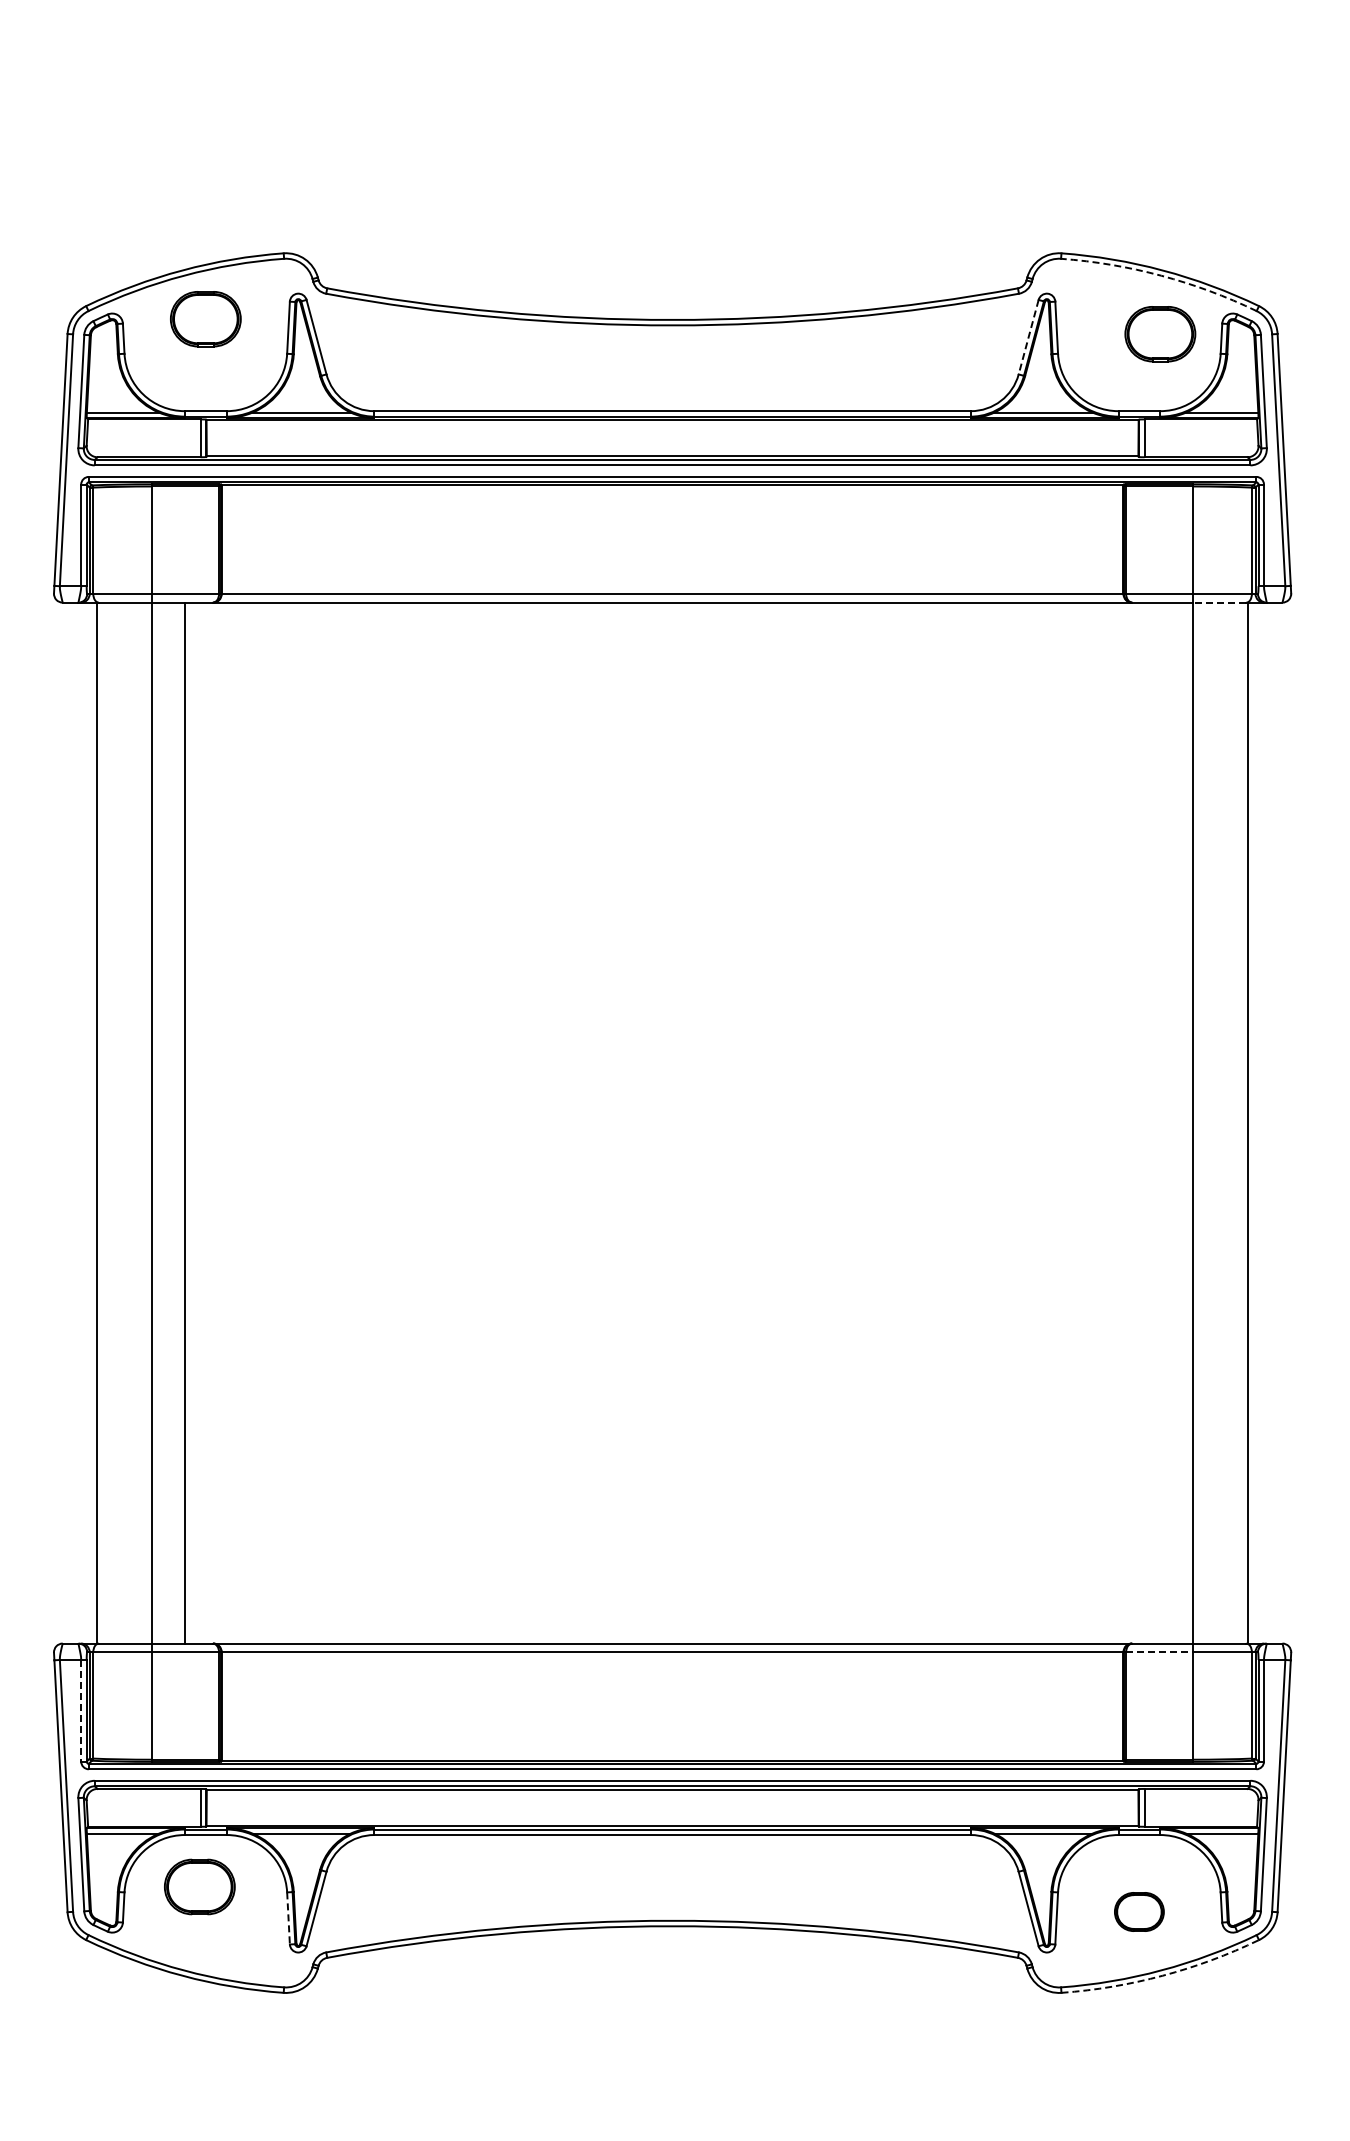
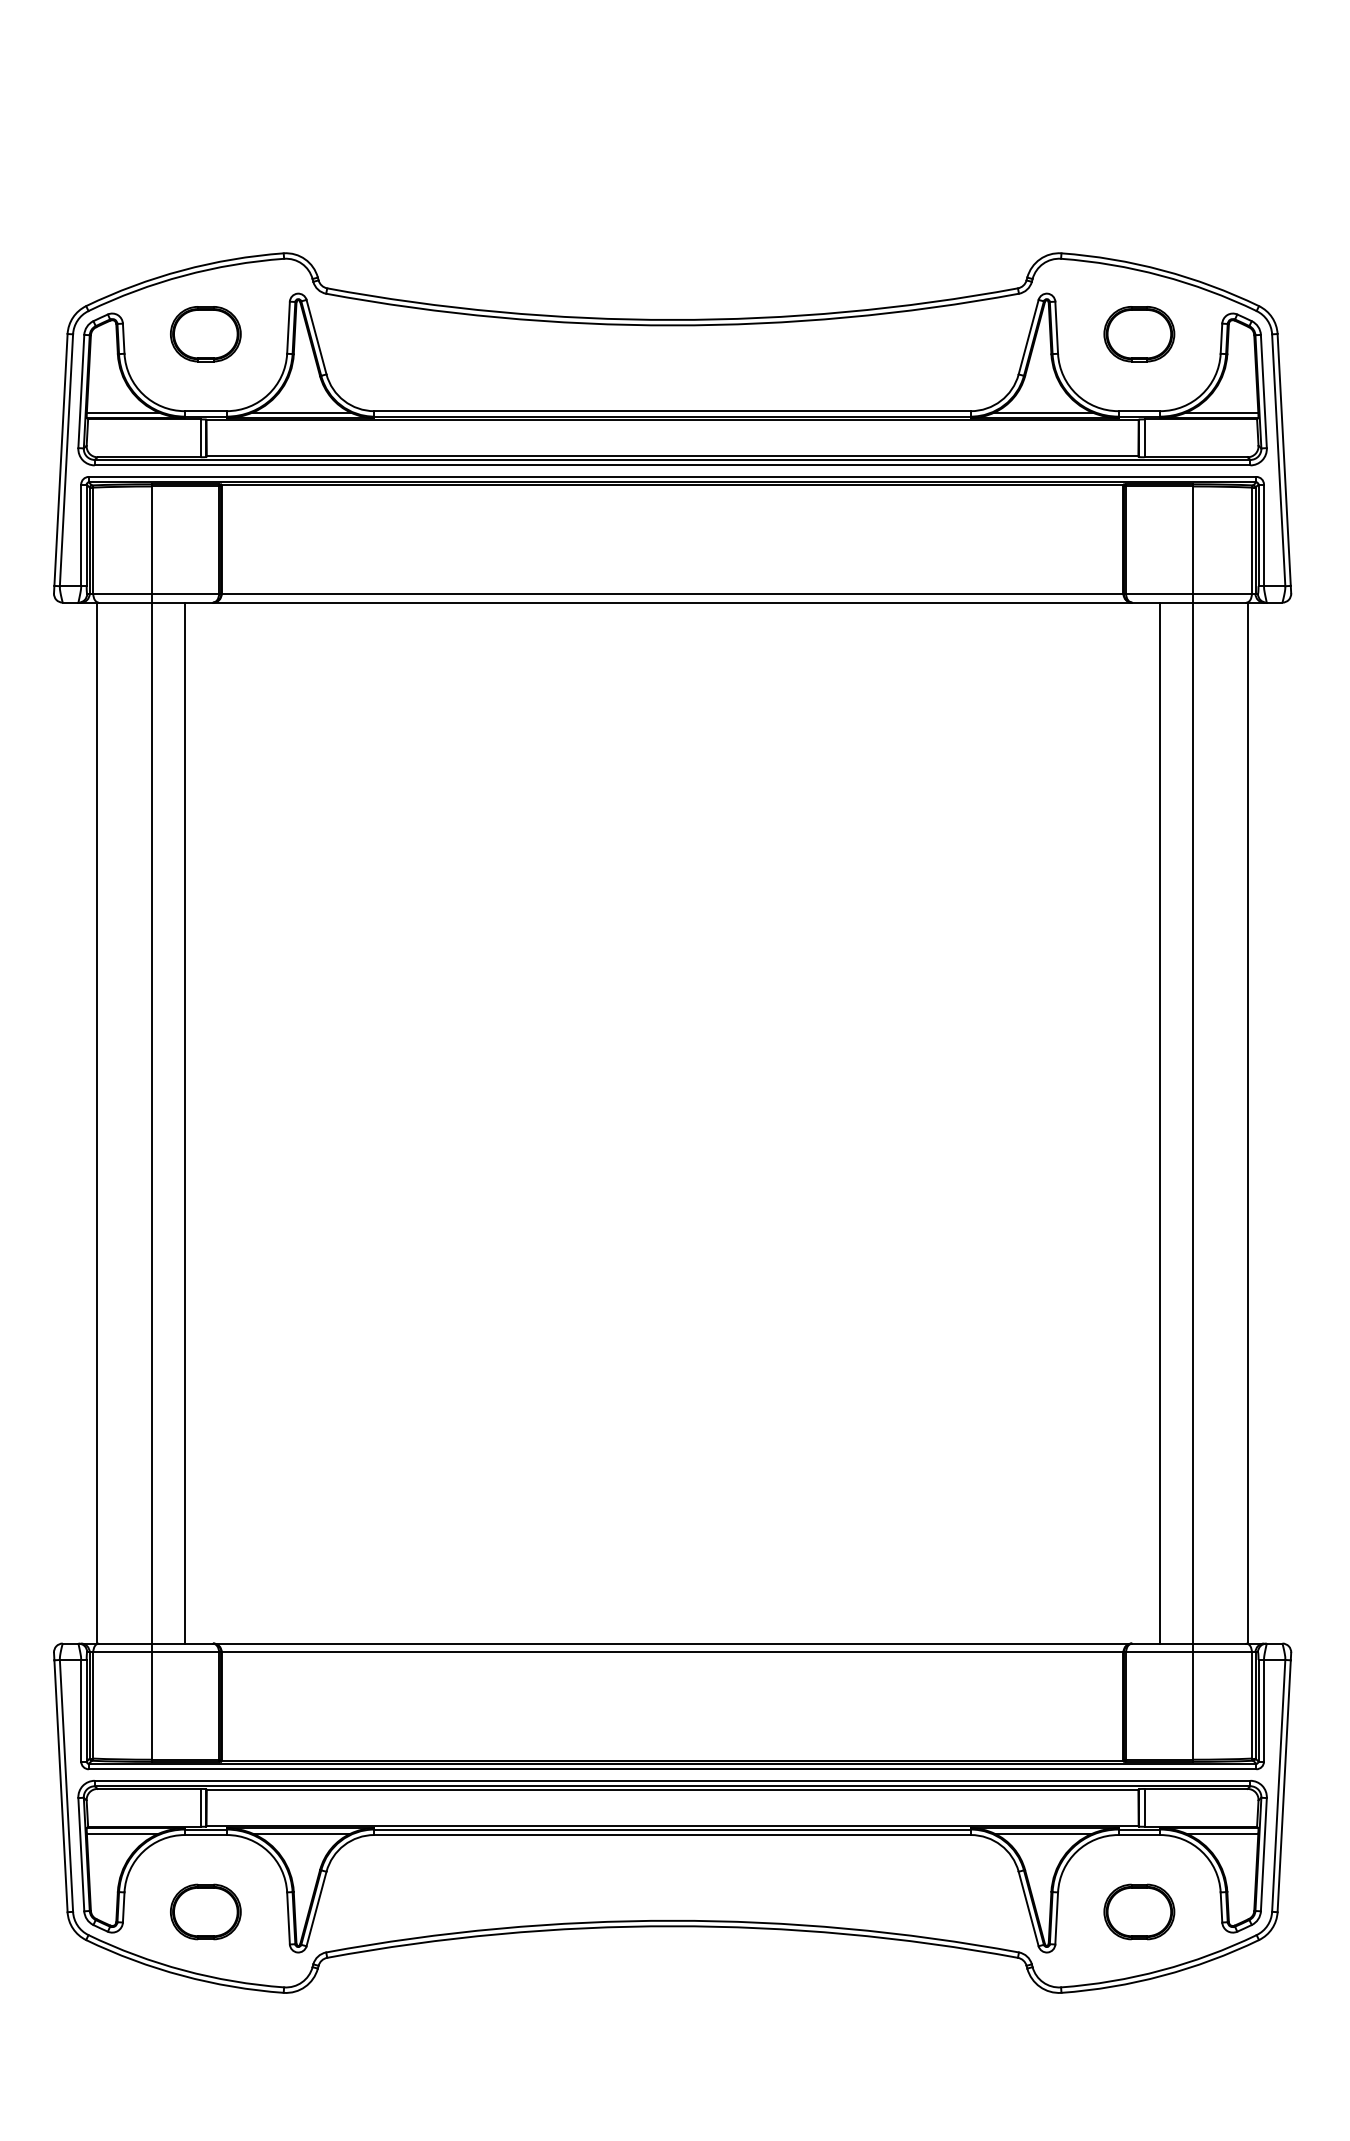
arc at (1161, 275): dashed -> solid
part at (205, 319) position: (205, 319) -> (205, 334)
part at (1160, 334) position: (1160, 334) -> (1139, 334)
line at (1028, 337): dashed -> solid
line at (1219, 602): dashed -> solid
line at (1160, 1122): none -> present
line at (1160, 1652): dashed -> solid
line at (81, 1710): dashed -> solid
part at (199, 1886) position: (199, 1886) -> (205, 1911)
part at (1139, 1911) size: 51x40 px -> 73x58 px
line at (288, 1918): dashed -> solid
arc at (1162, 1975): dashed -> solid
